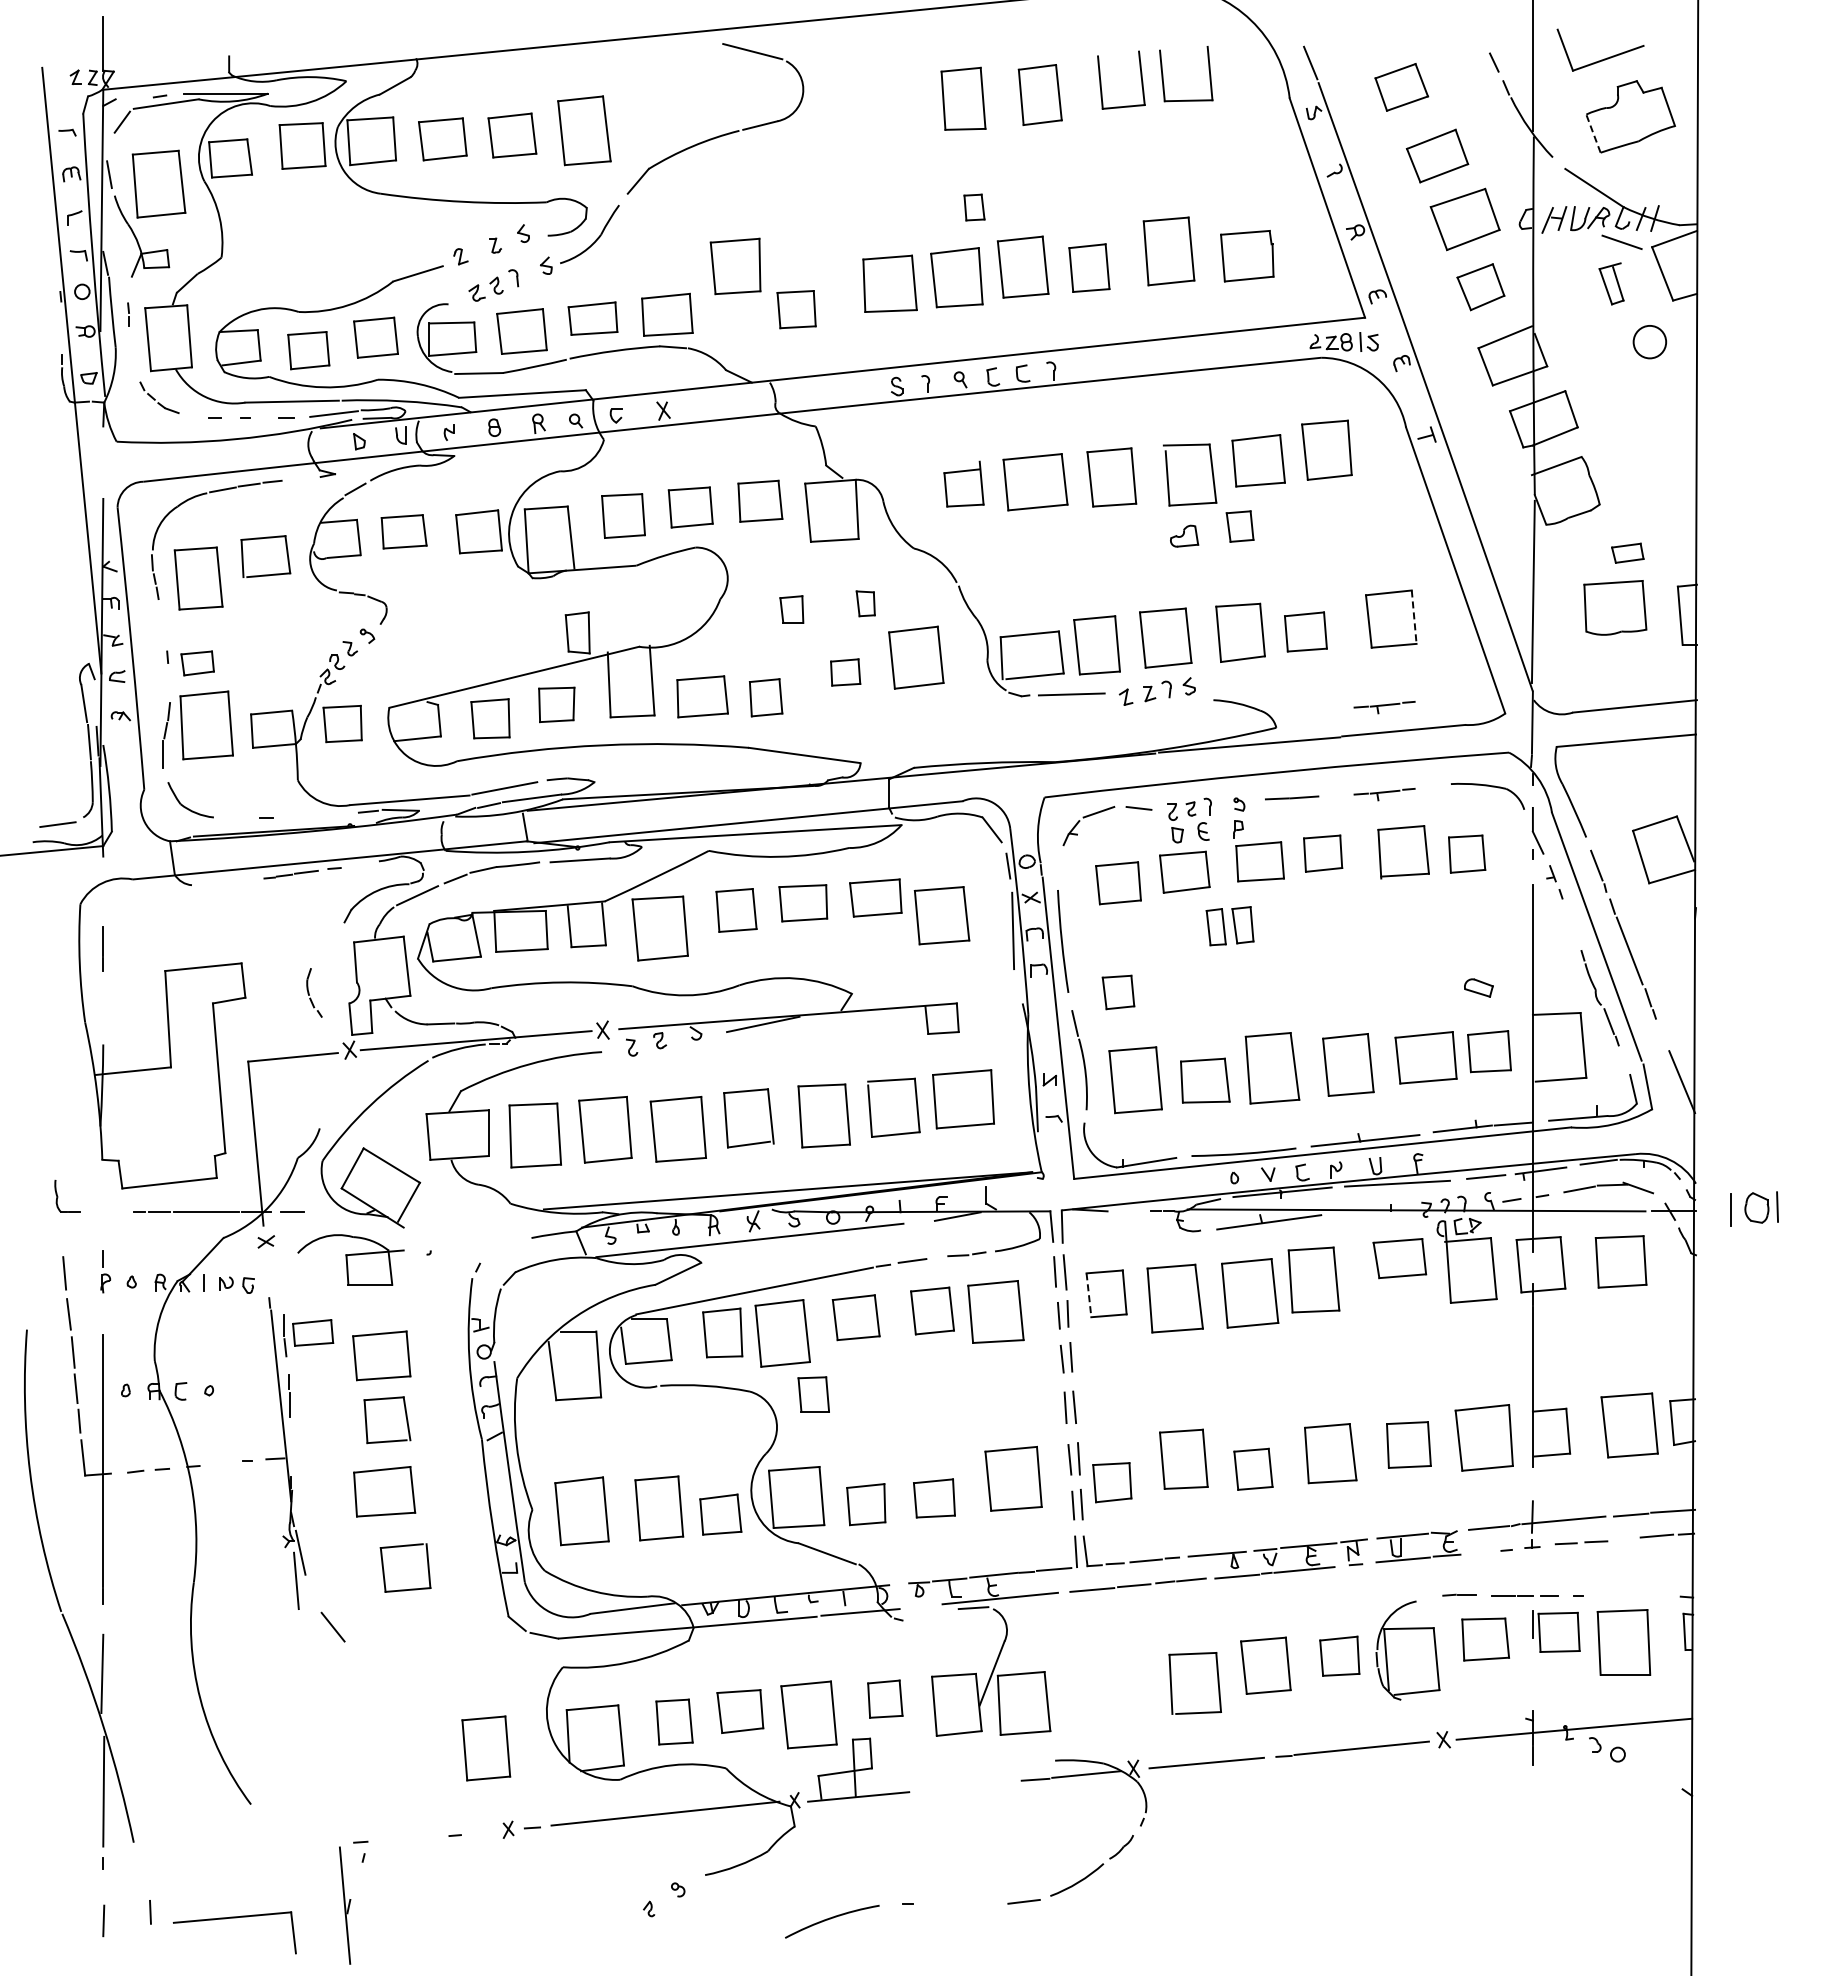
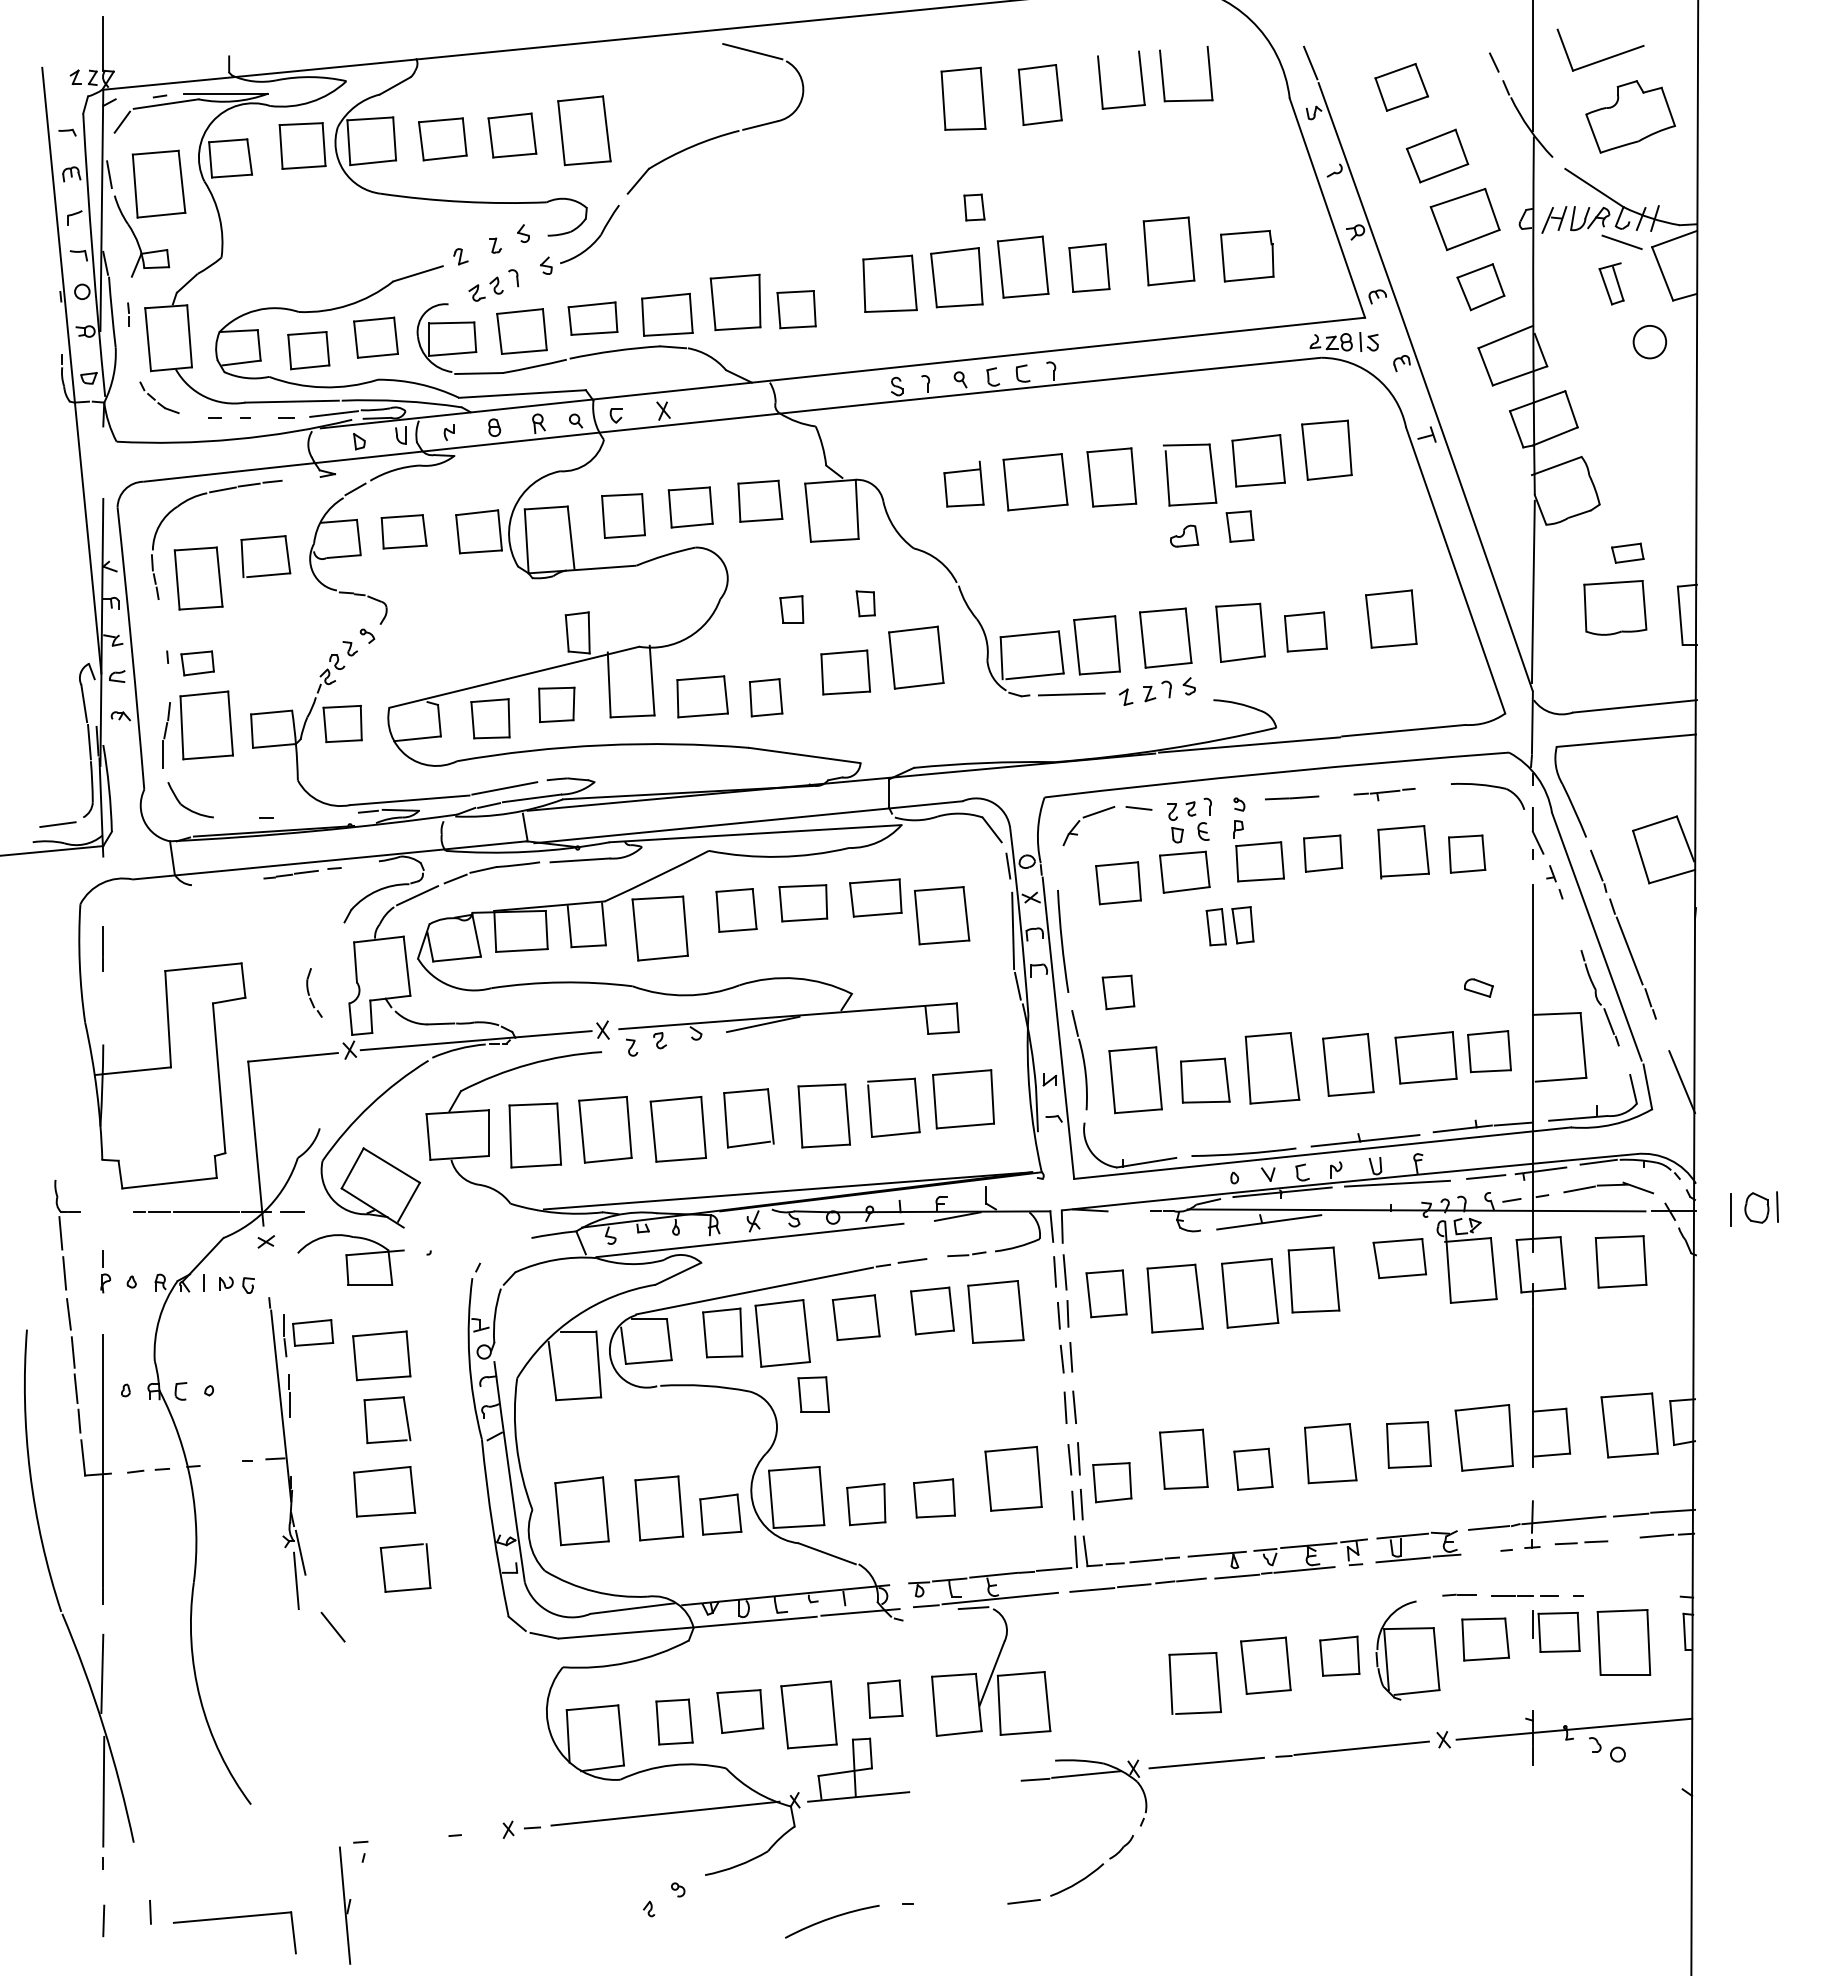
line at (1593, 133): dashed -> solid
part at (735, 266) position: (735, 266) -> (735, 302)
line at (1414, 617): dashed -> solid
part at (845, 672) size: 32x29 px -> 51x47 px
part at (1384, 707): present -> none
line at (1017, 985): none -> present
line at (60, 1233): none -> present
line at (1089, 1295): dashed -> solid
line at (925, 1606): none -> present
part at (486, 1748): present -> none
